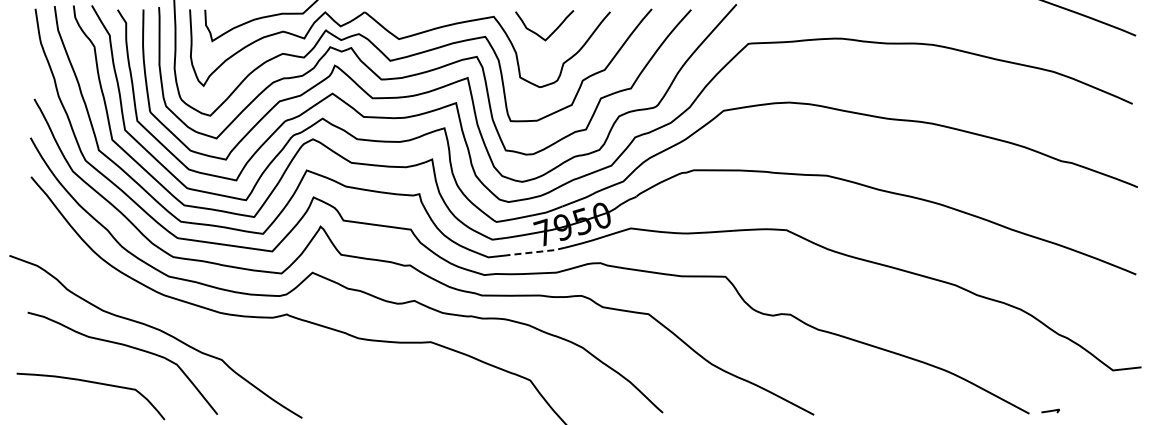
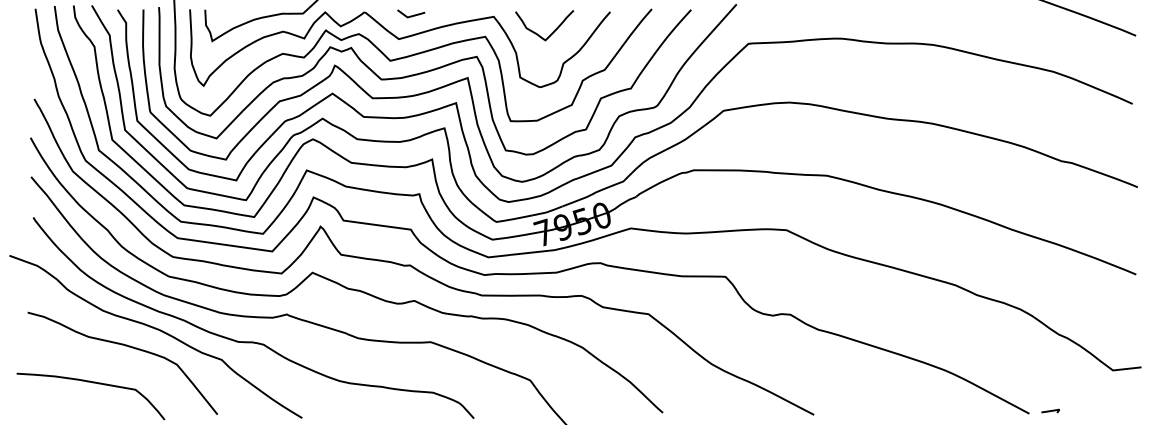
line at (411, 15): none -> present
line at (537, 252): dashed -> solid
curve at (253, 341): none -> present
